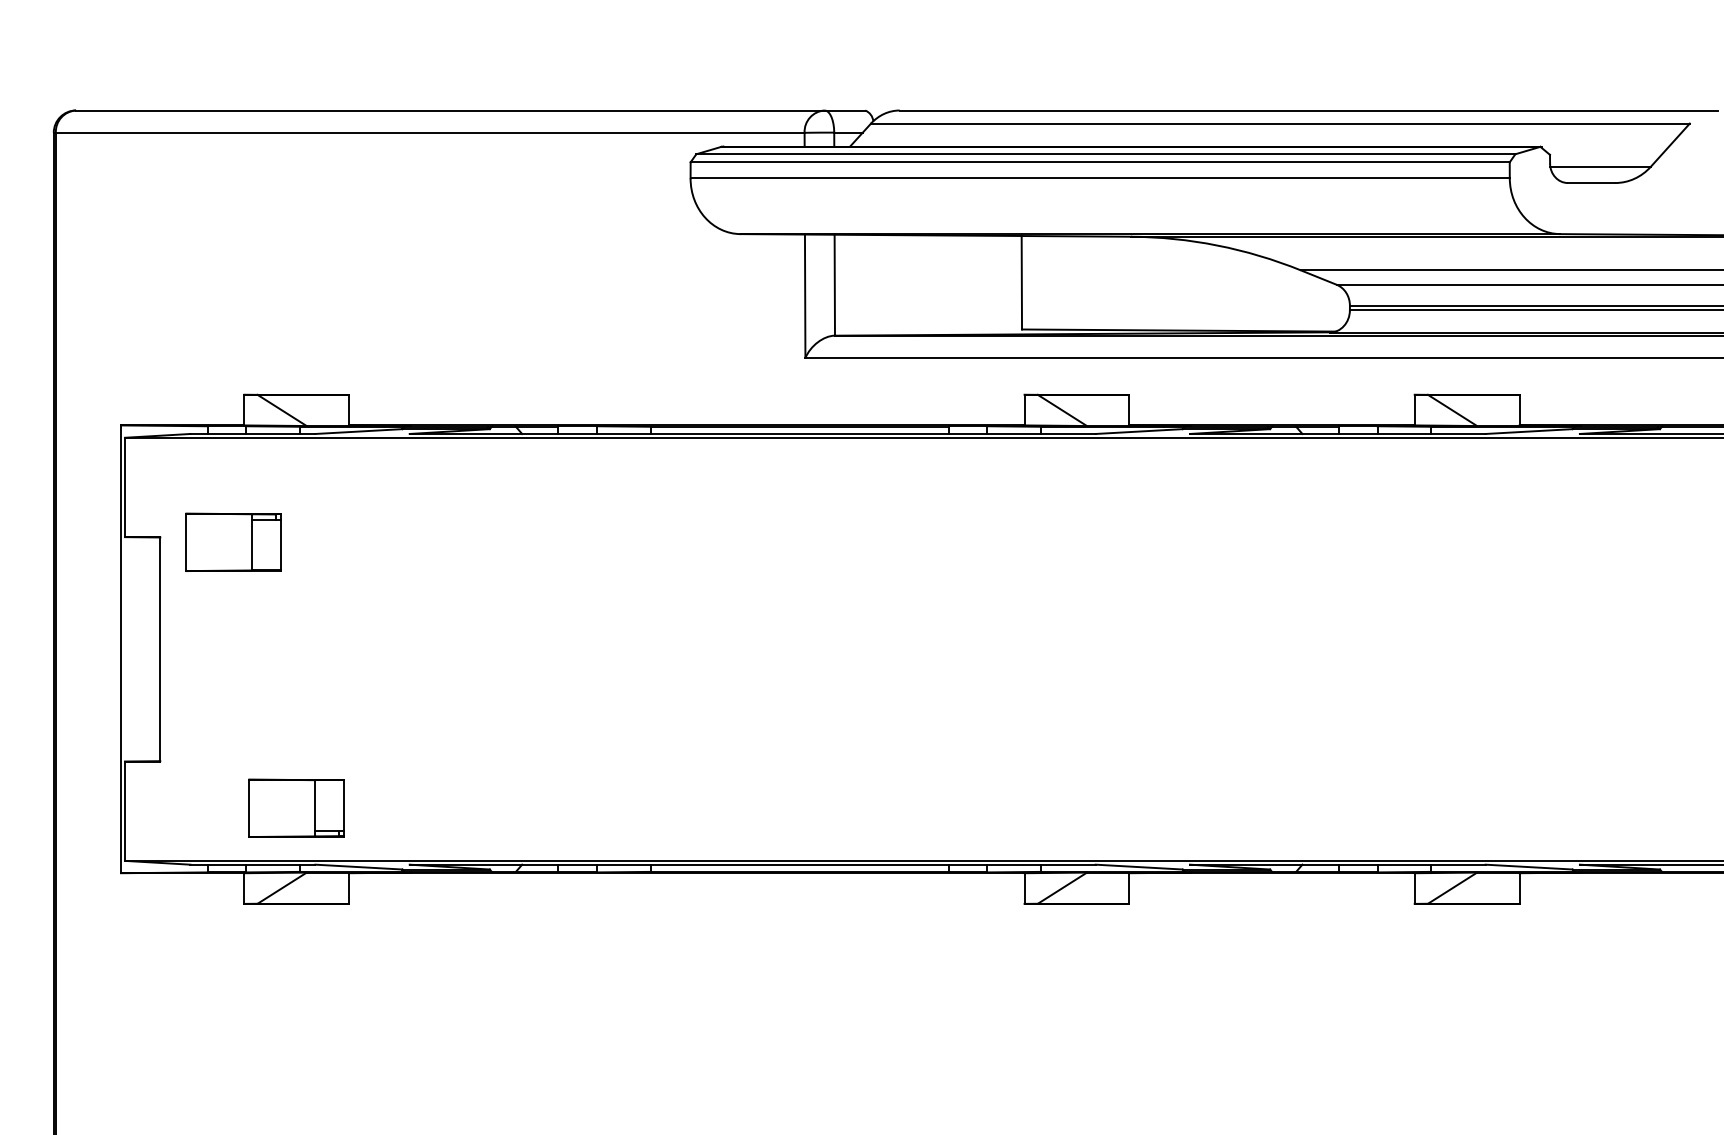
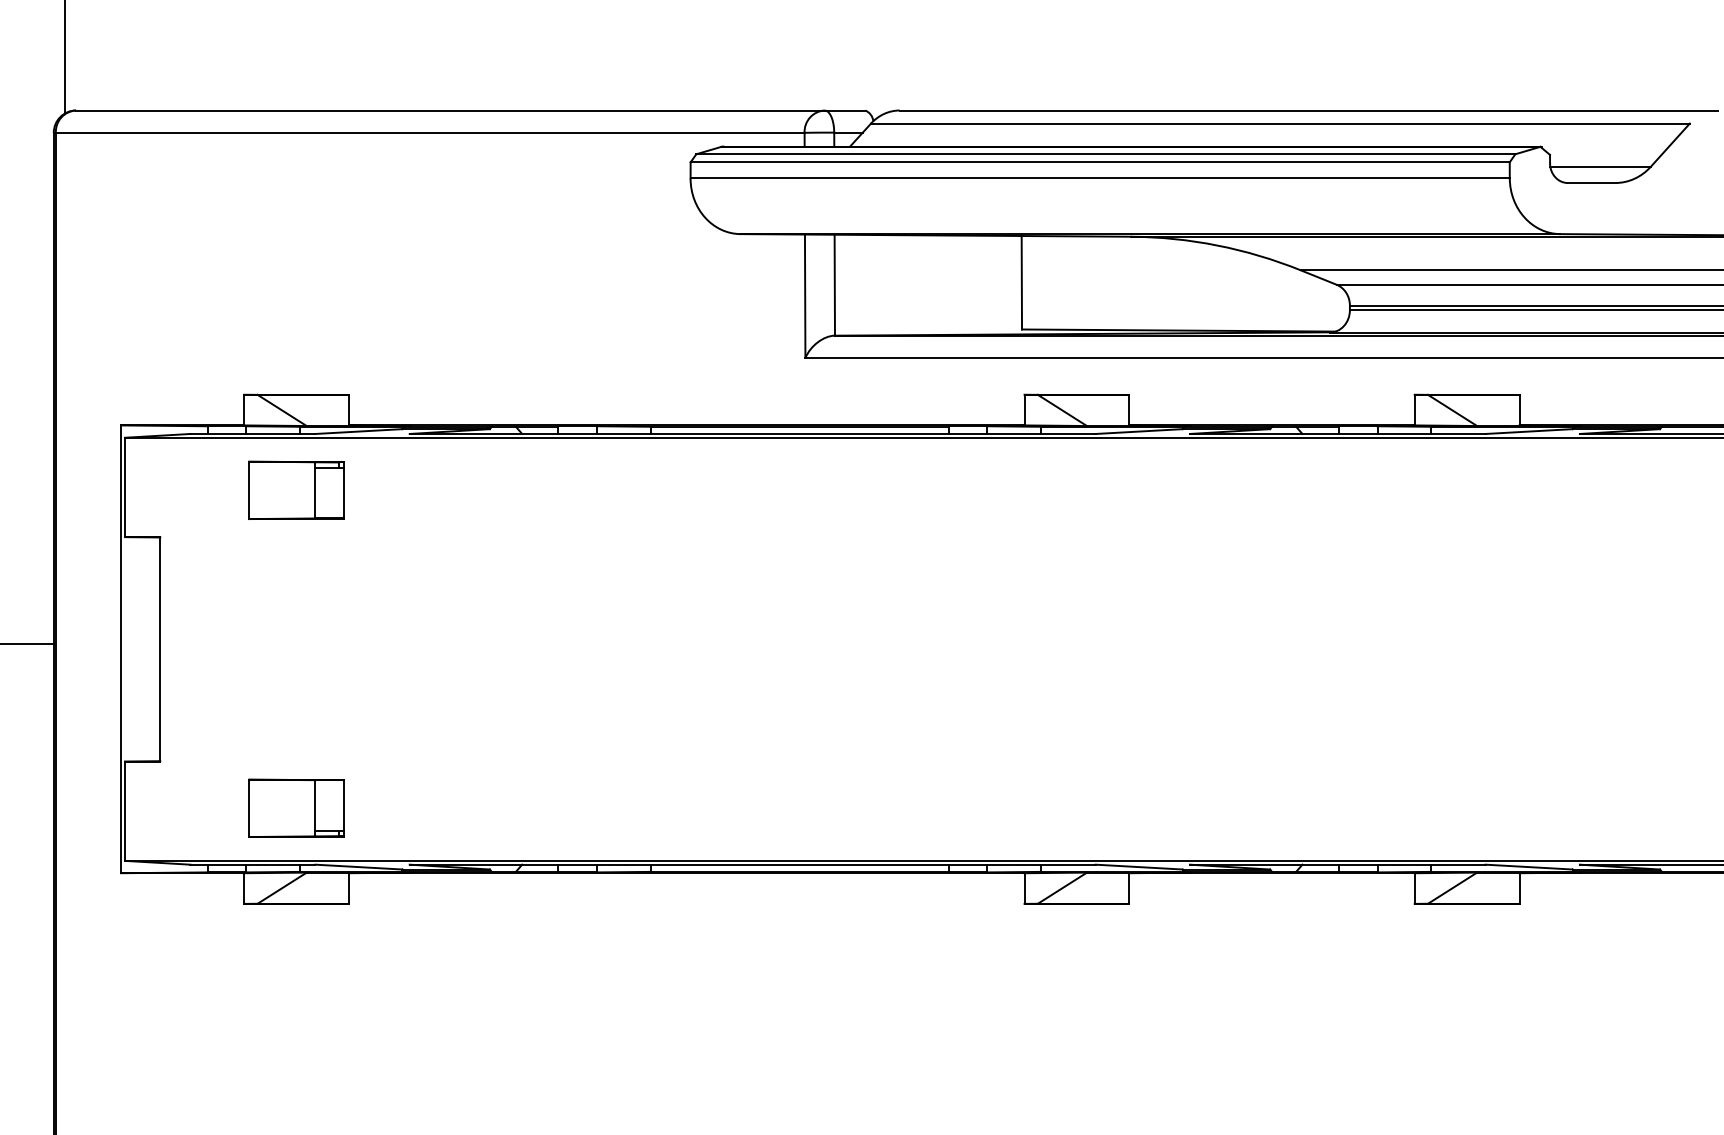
line at (64, 57): none -> present
part at (233, 541) position: (233, 541) -> (296, 489)
line at (27, 643): none -> present
